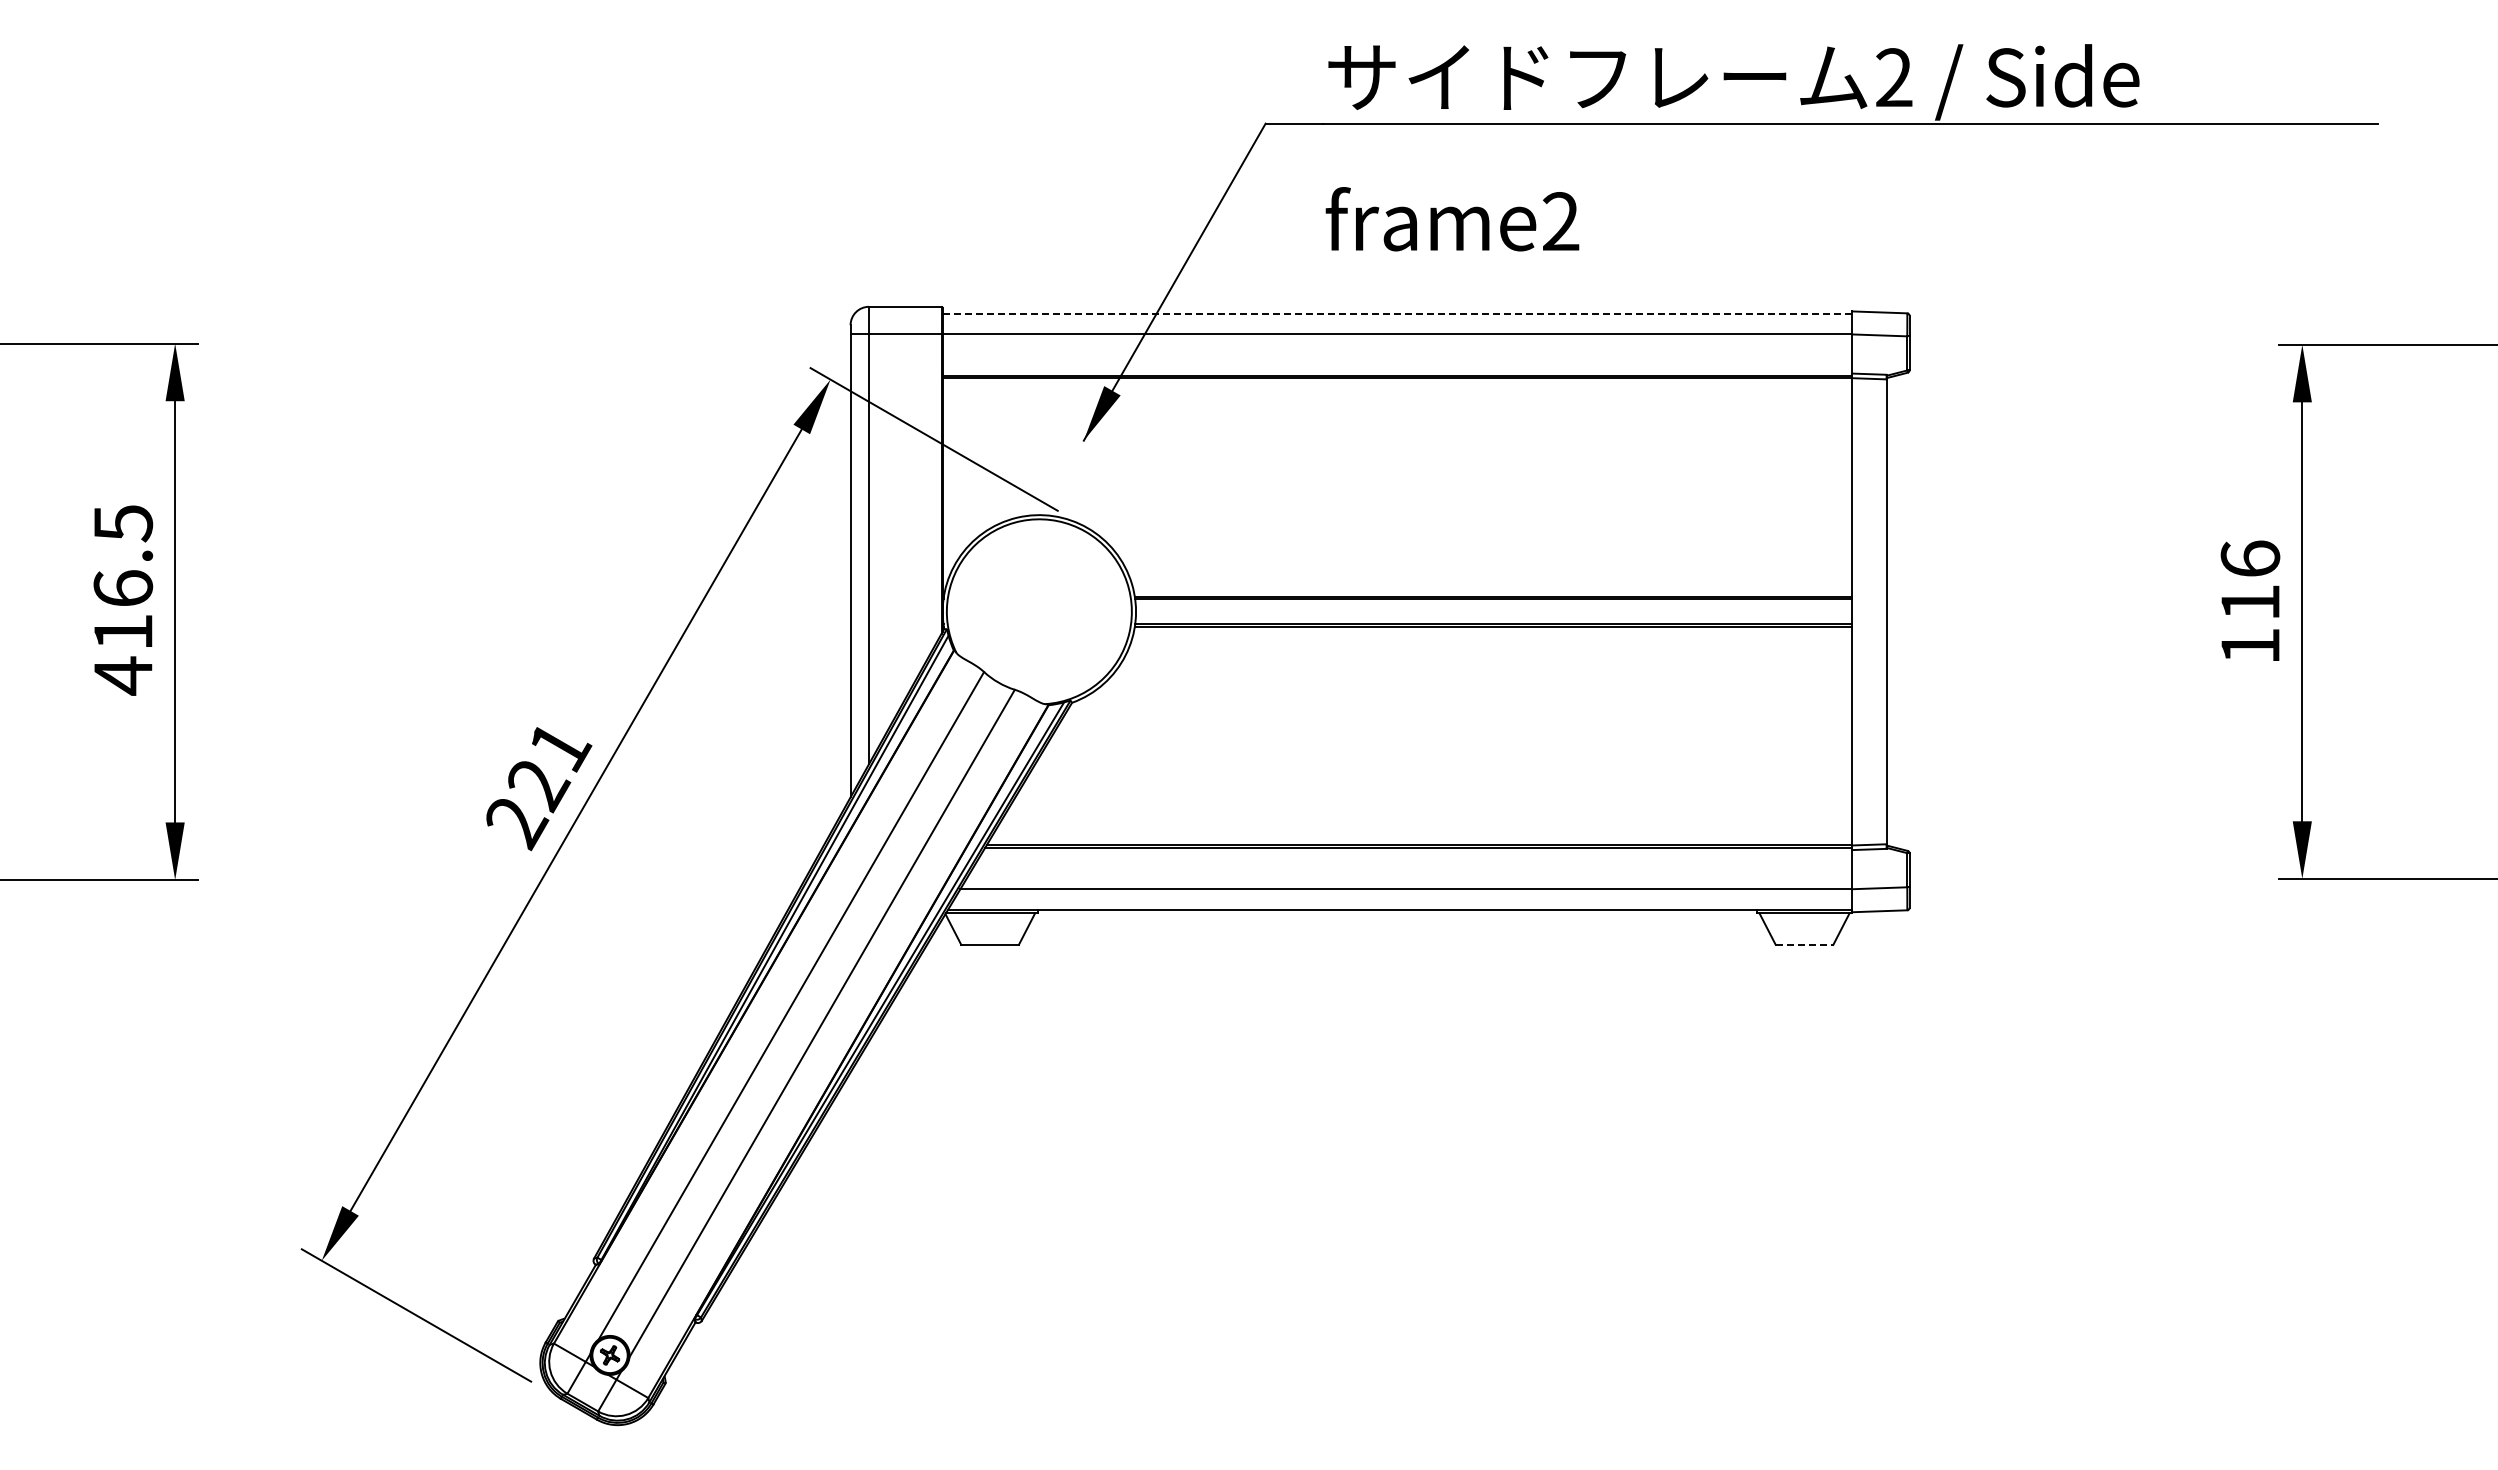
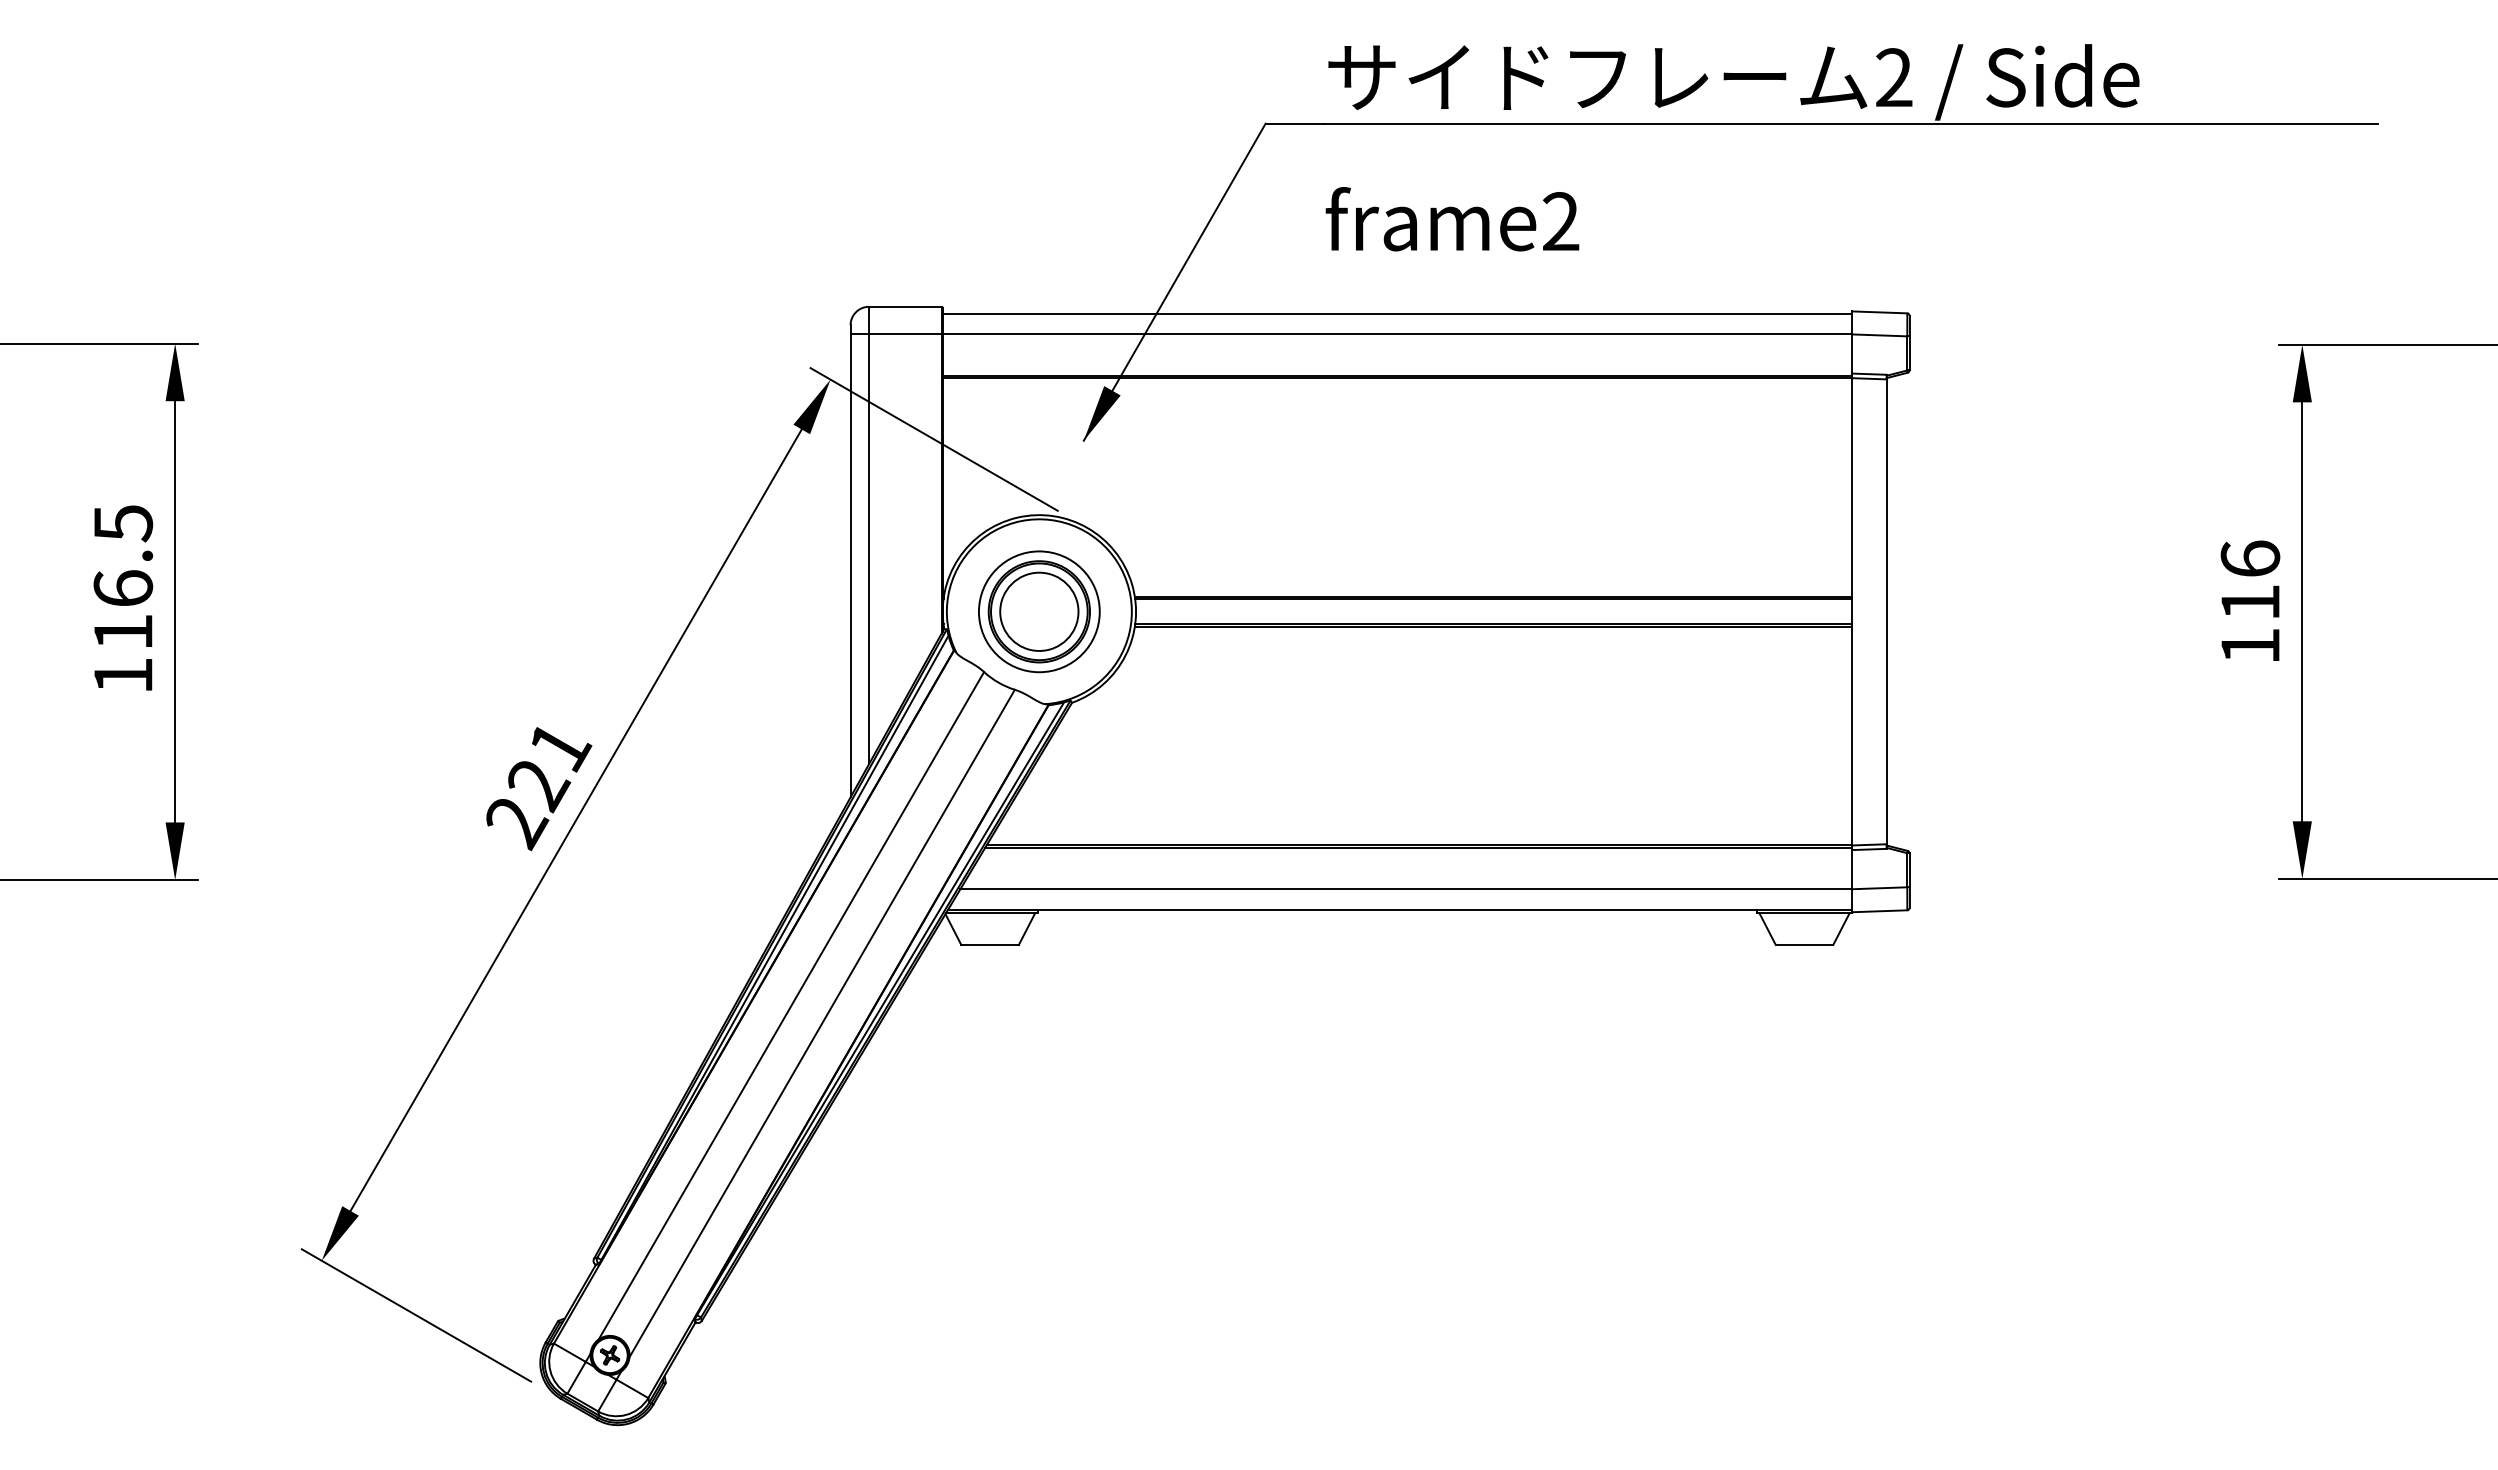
line at (1397, 313): dashed -> solid
part at (1039, 611): none -> present
text at (123, 675): 416.5 -> 116.5
line at (1804, 944): dashed -> solid
